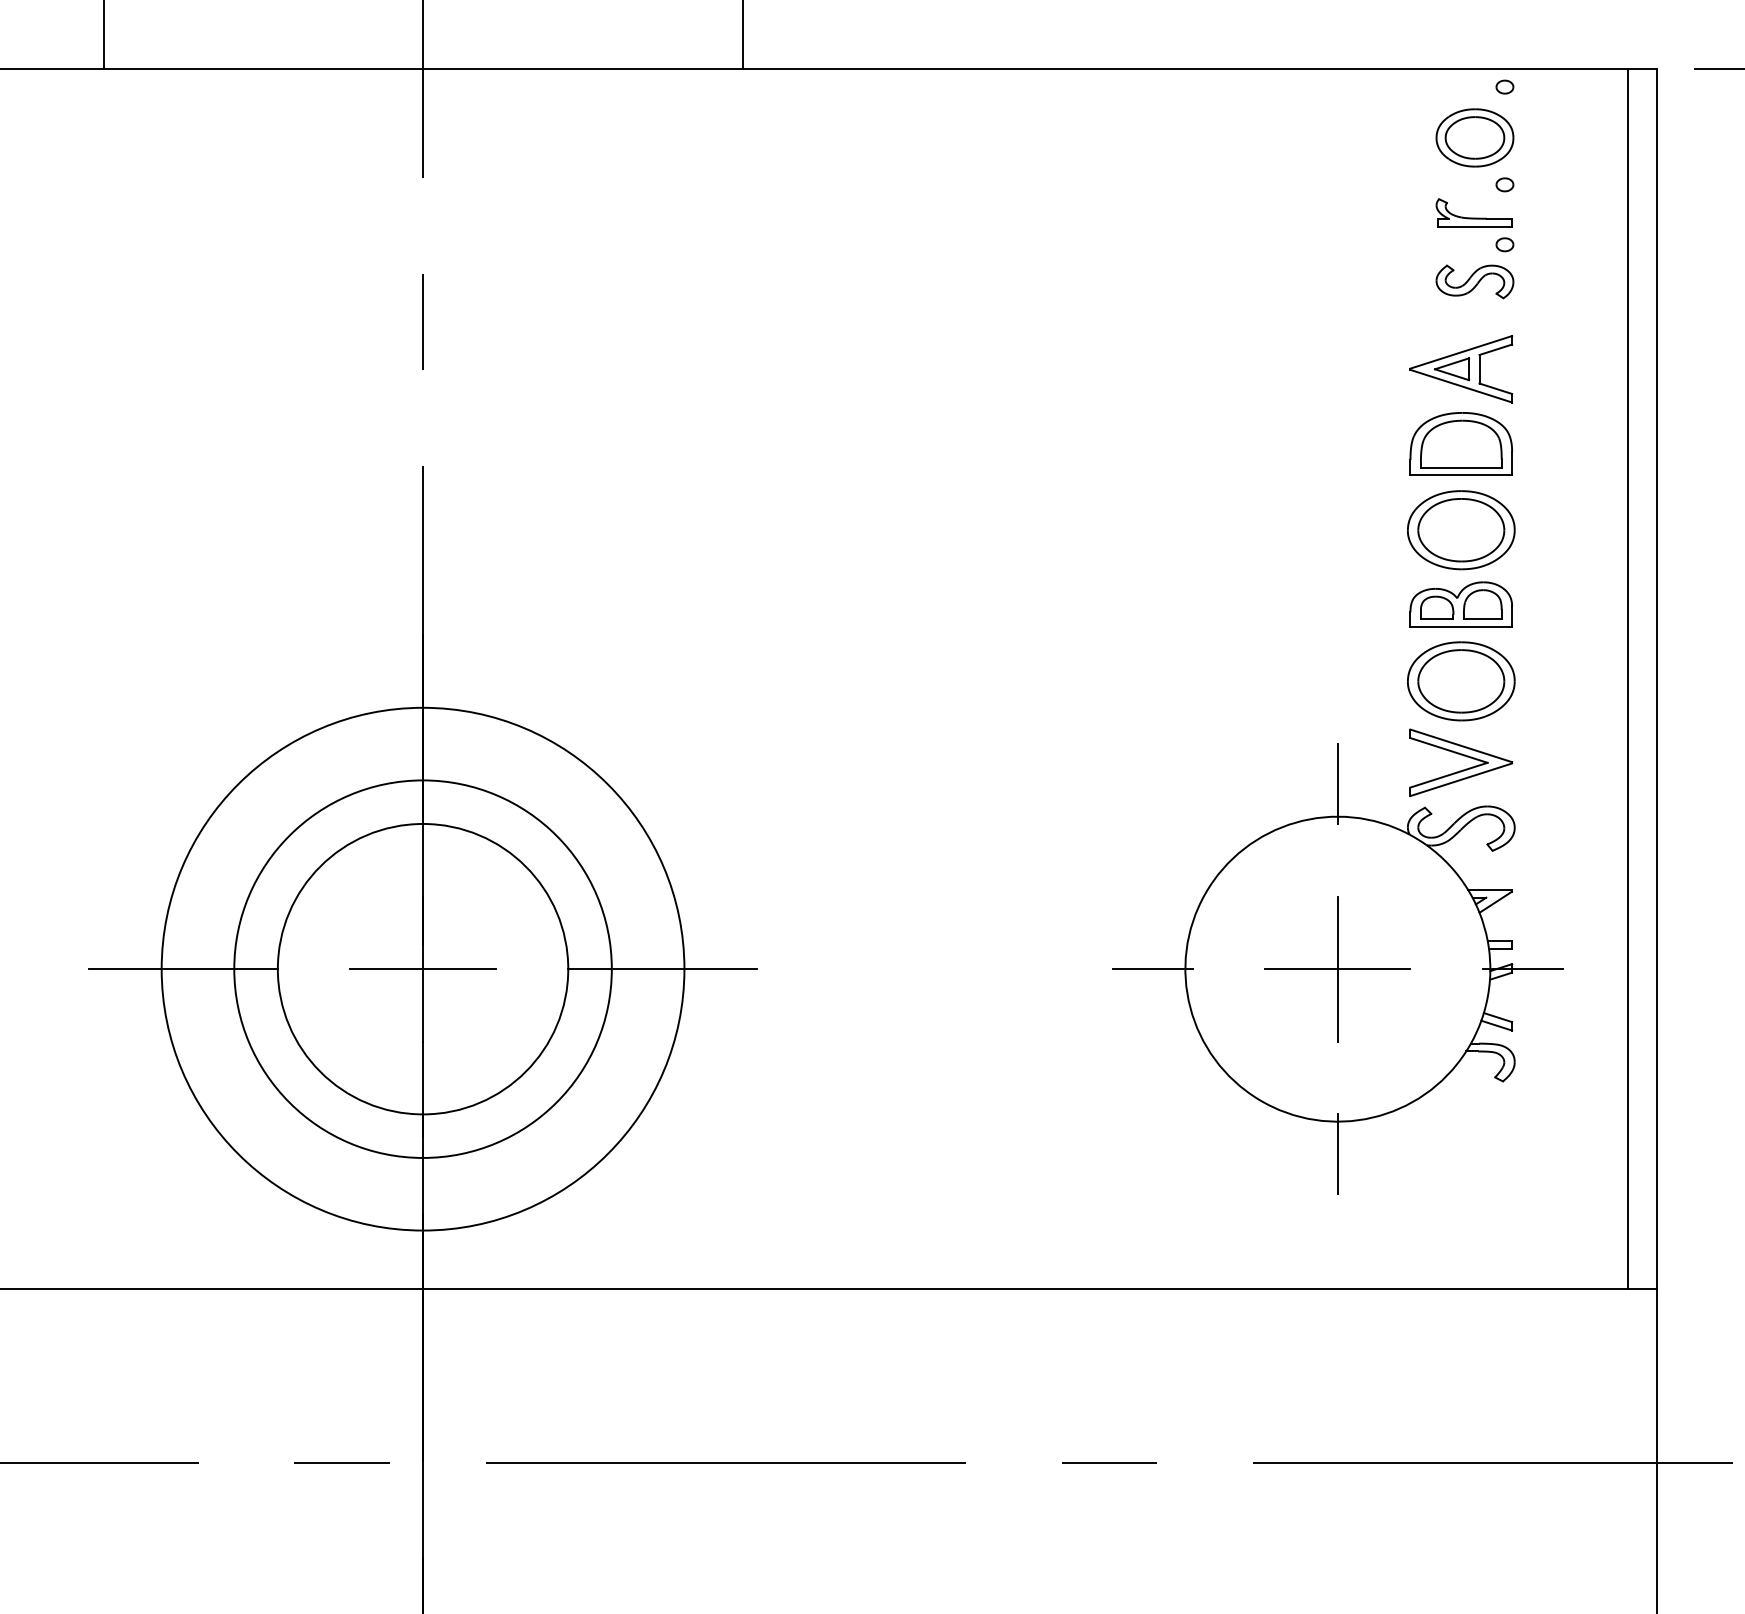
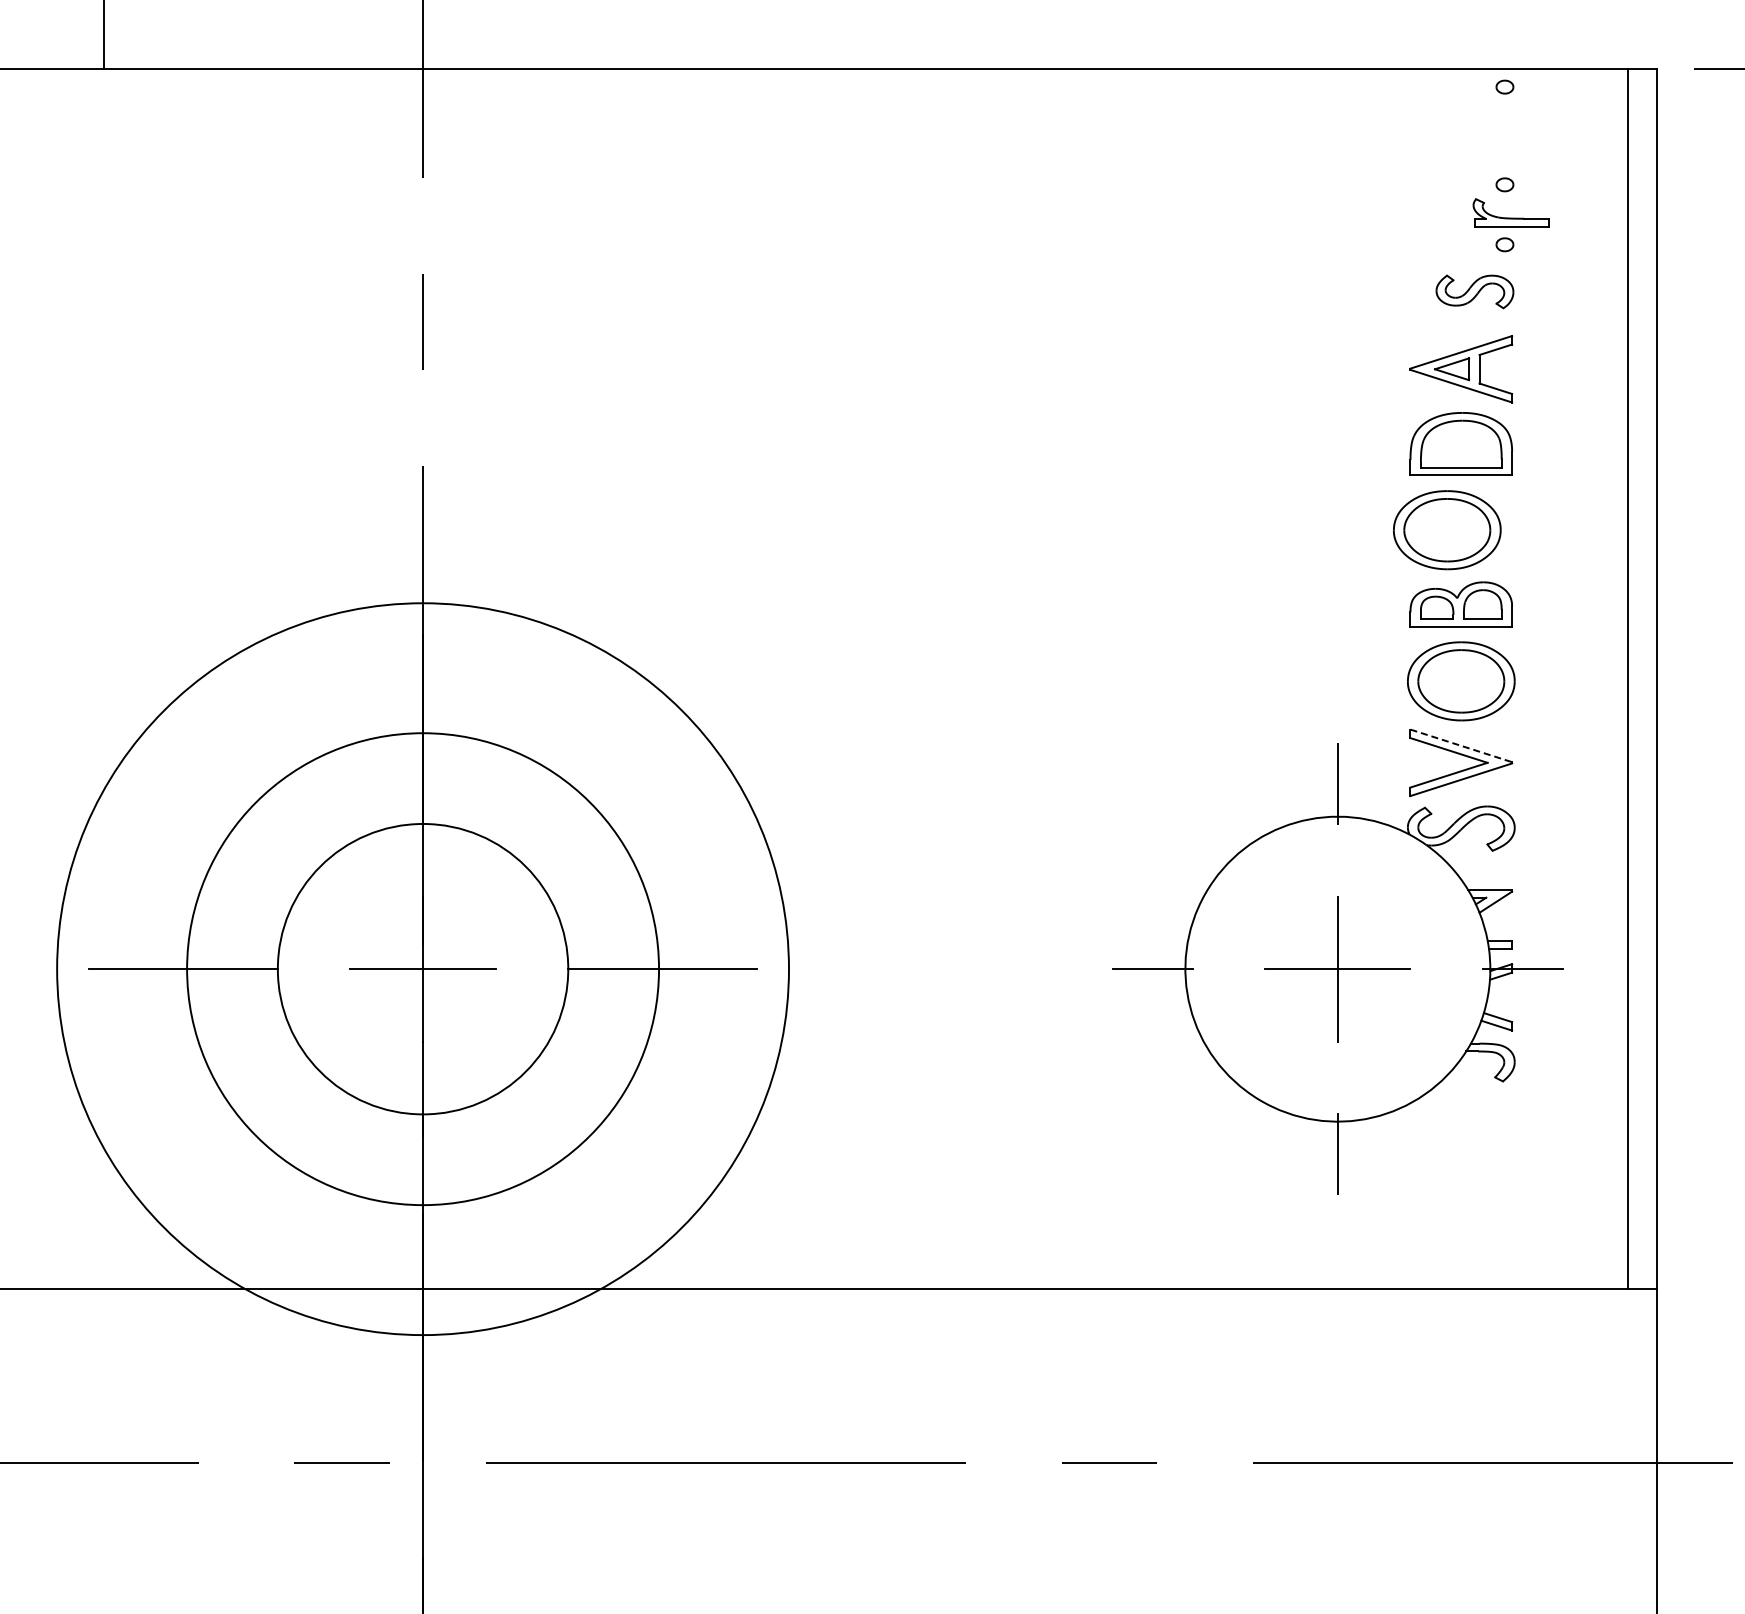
line at (742, 35): present -> none
part at (1474, 137): present -> none
part at (1473, 212) position: (1473, 212) -> (1510, 212)
part at (1474, 281) position: (1474, 281) -> (1474, 291)
part at (1461, 530) position: (1461, 530) -> (1447, 530)
line at (1461, 746): solid -> dashed
circle at (422, 968) diameter: 378 px -> 472 px
circle at (422, 968) diameter: 523 px -> 732 px
